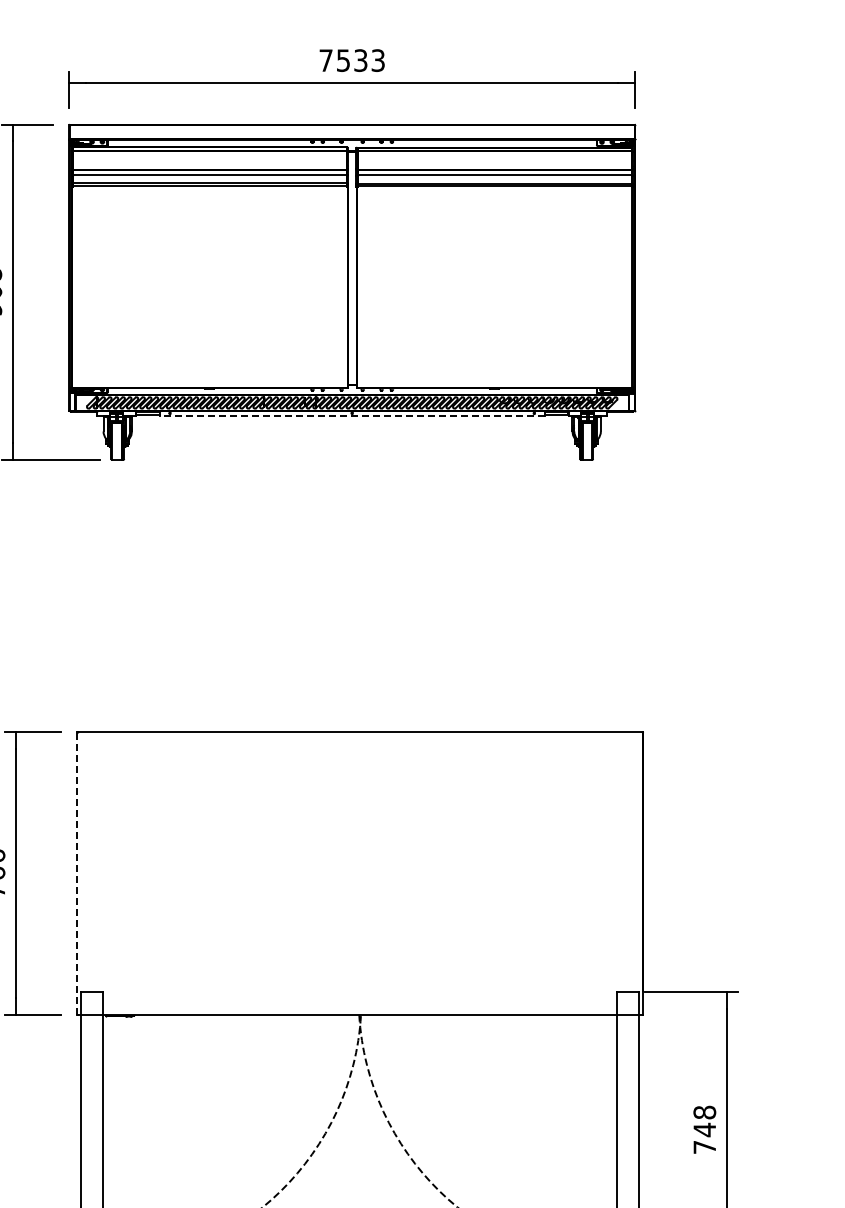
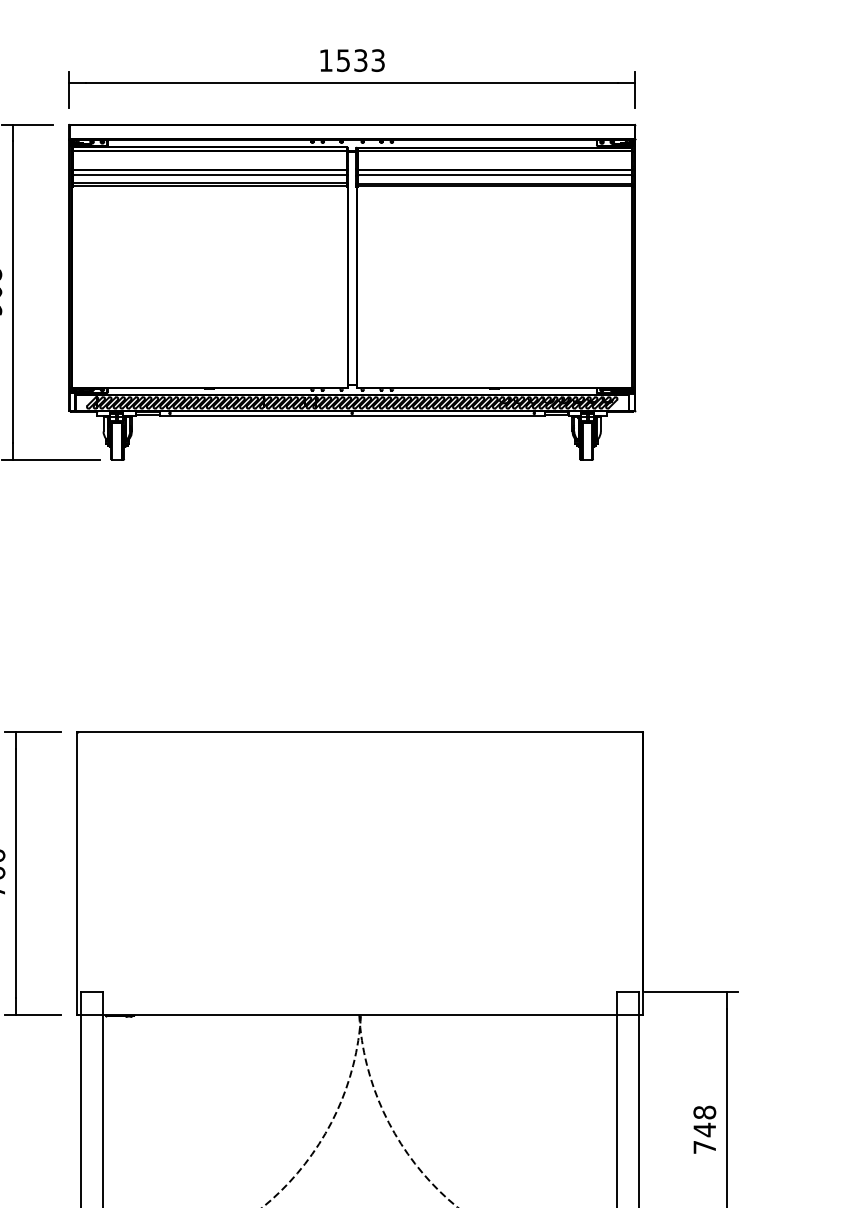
text at (325, 60): 7533 -> 1533
line at (351, 416): dashed -> solid
line at (77, 873): dashed -> solid
